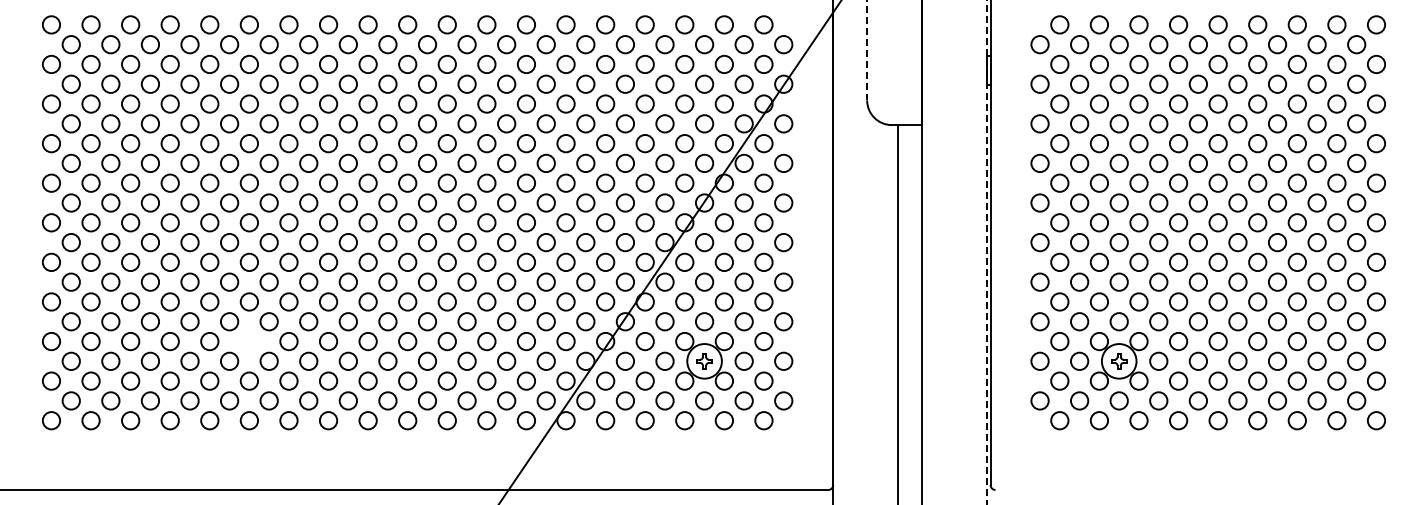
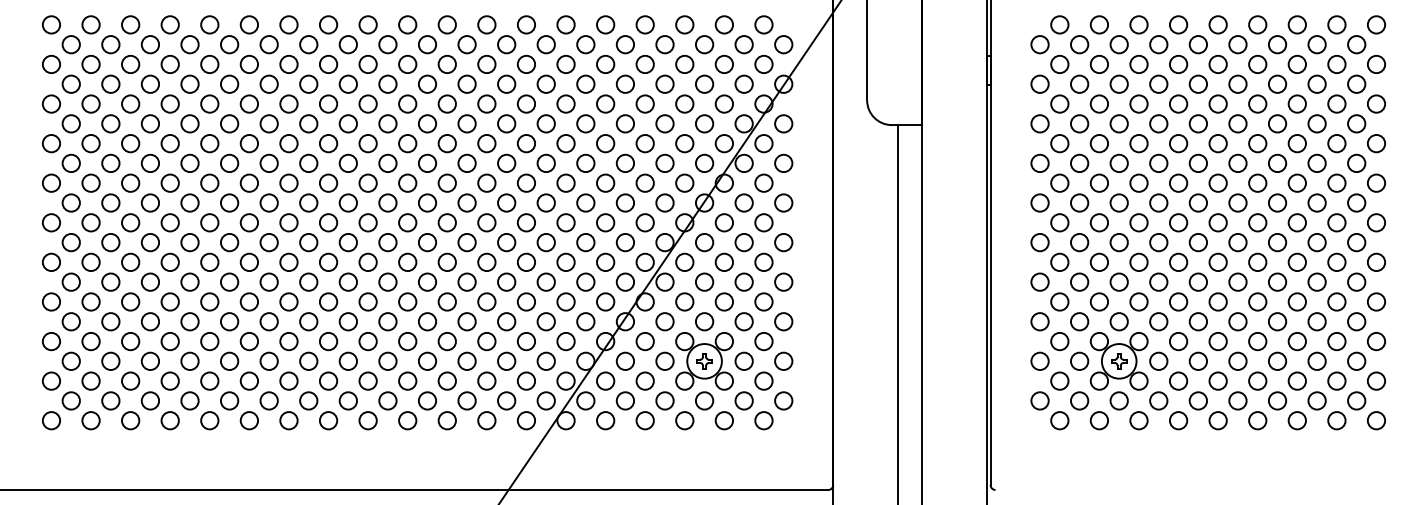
line at (867, 50): dashed -> solid
line at (986, 252): dashed -> solid
circle at (248, 341): none -> present
